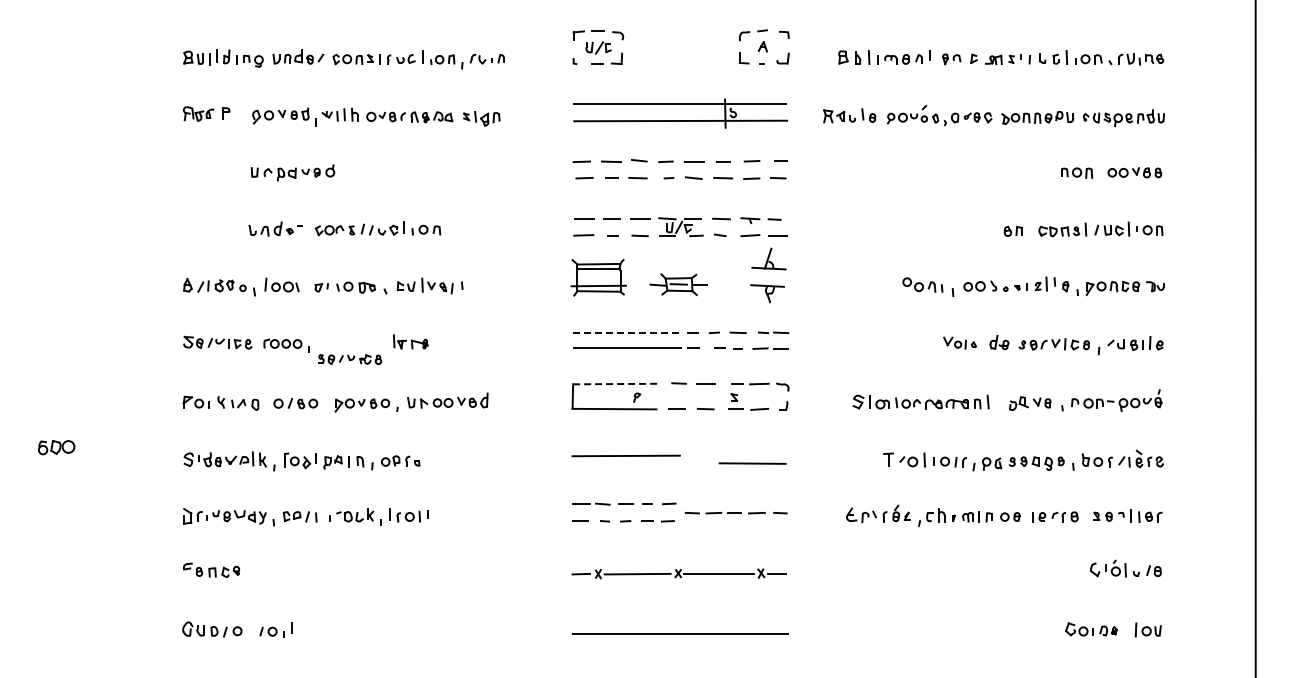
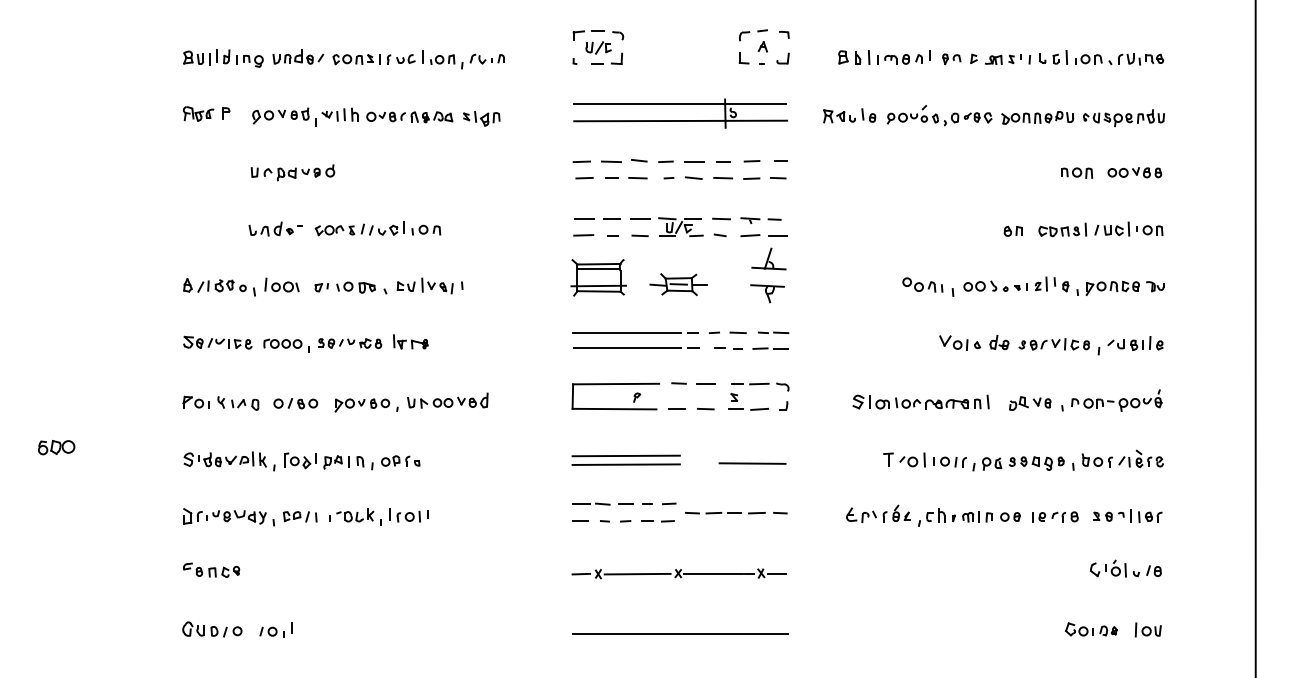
line at (627, 332): dashed -> solid
part at (959, 342) size: 34x14 px -> 42x16 px
part at (350, 359) position: (350, 359) -> (350, 343)
line at (616, 384): dashed -> solid
line at (625, 464): none -> present
